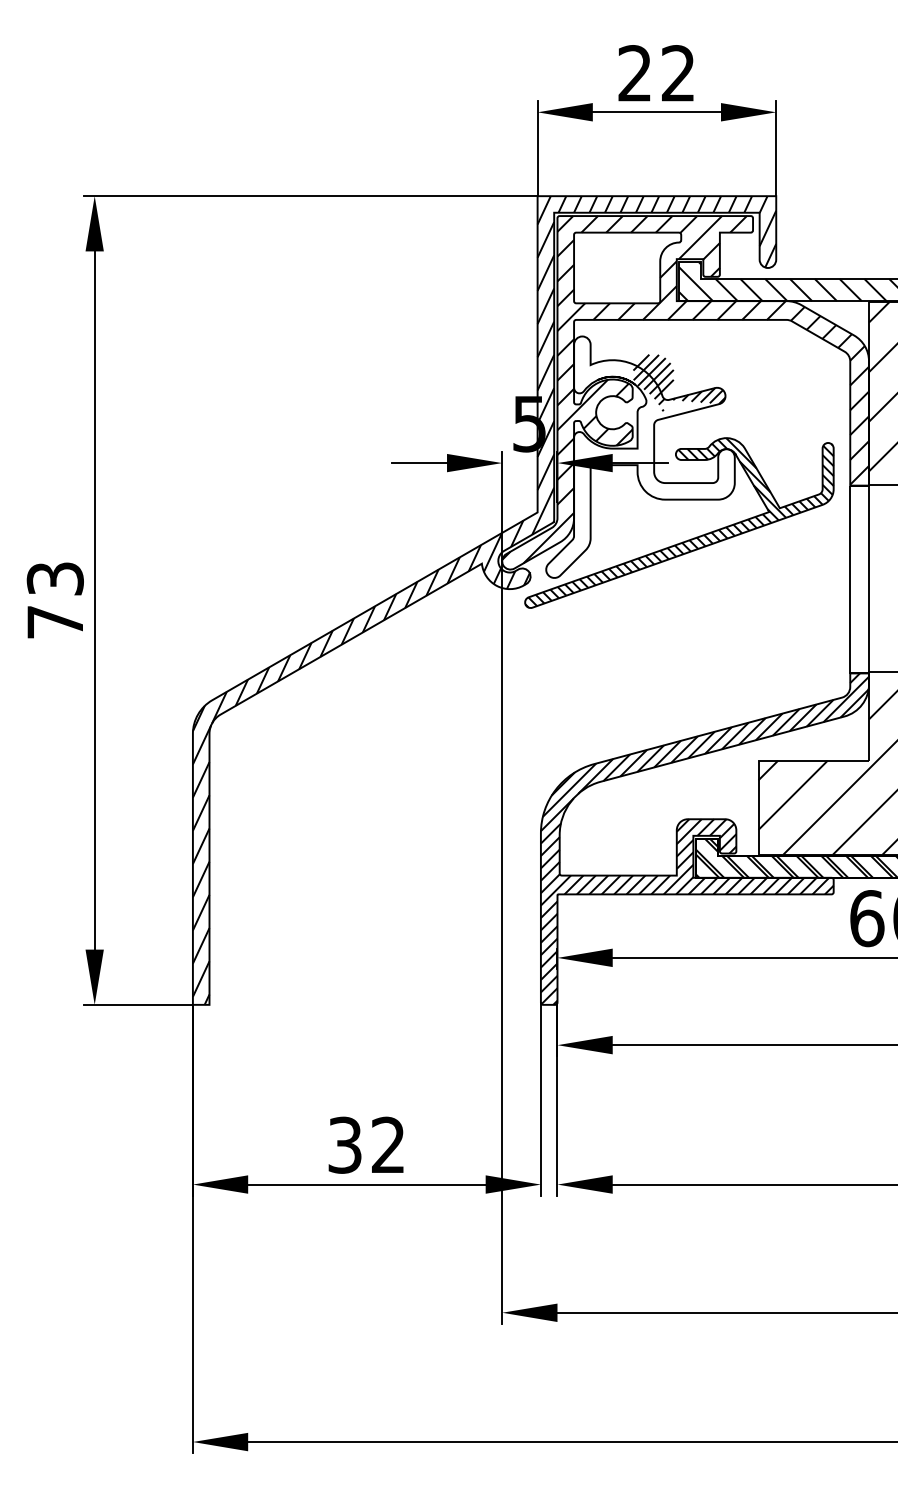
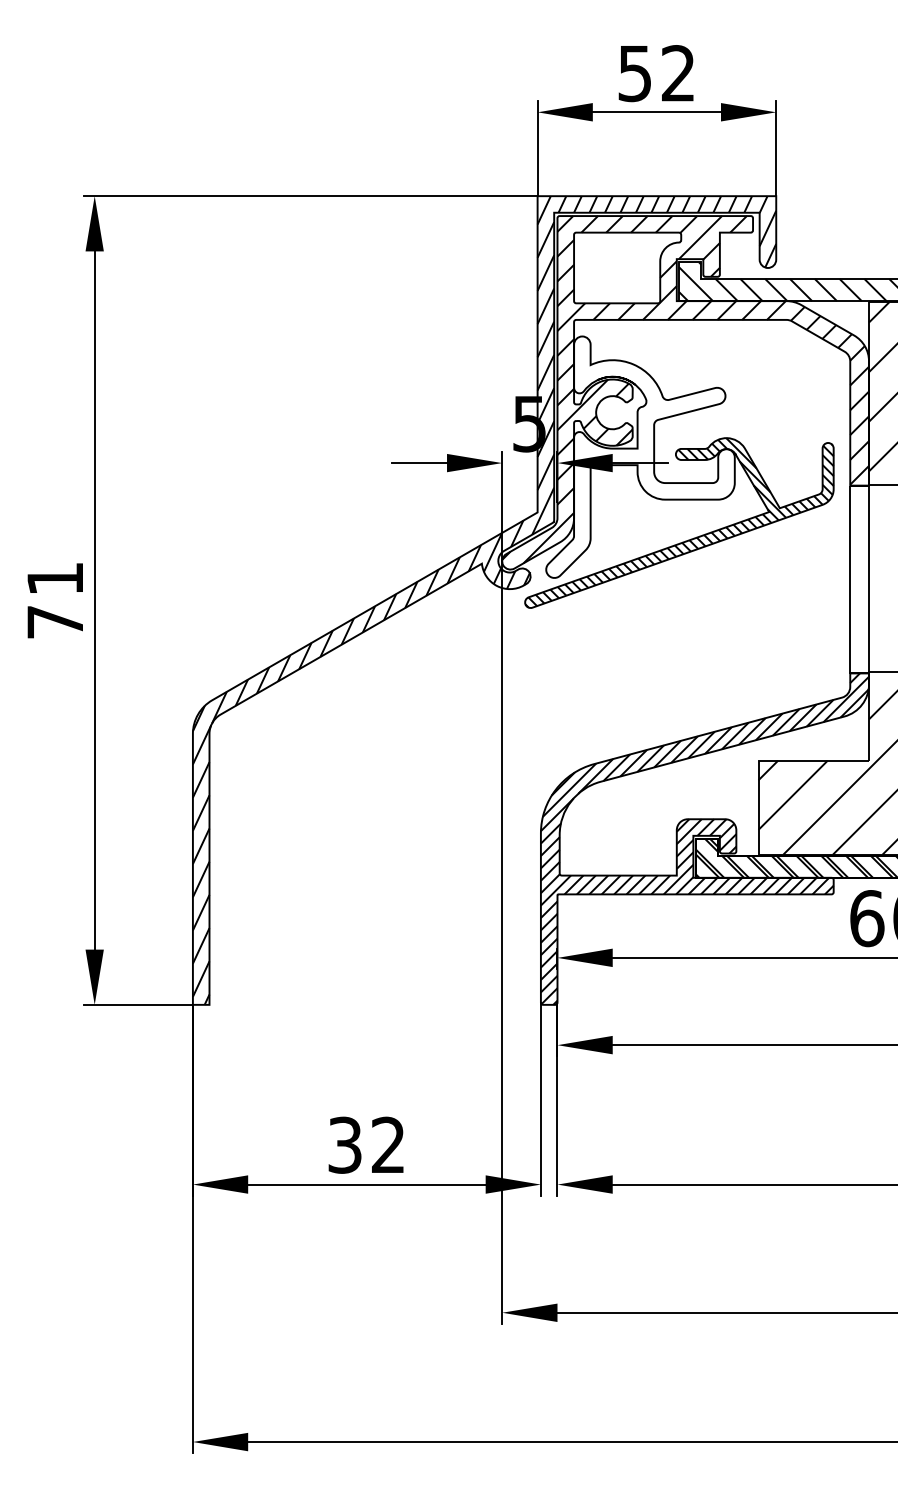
text at (634, 73): 22 -> 52
hatch at (679, 382): present -> none
text at (54, 578): 73 -> 71
